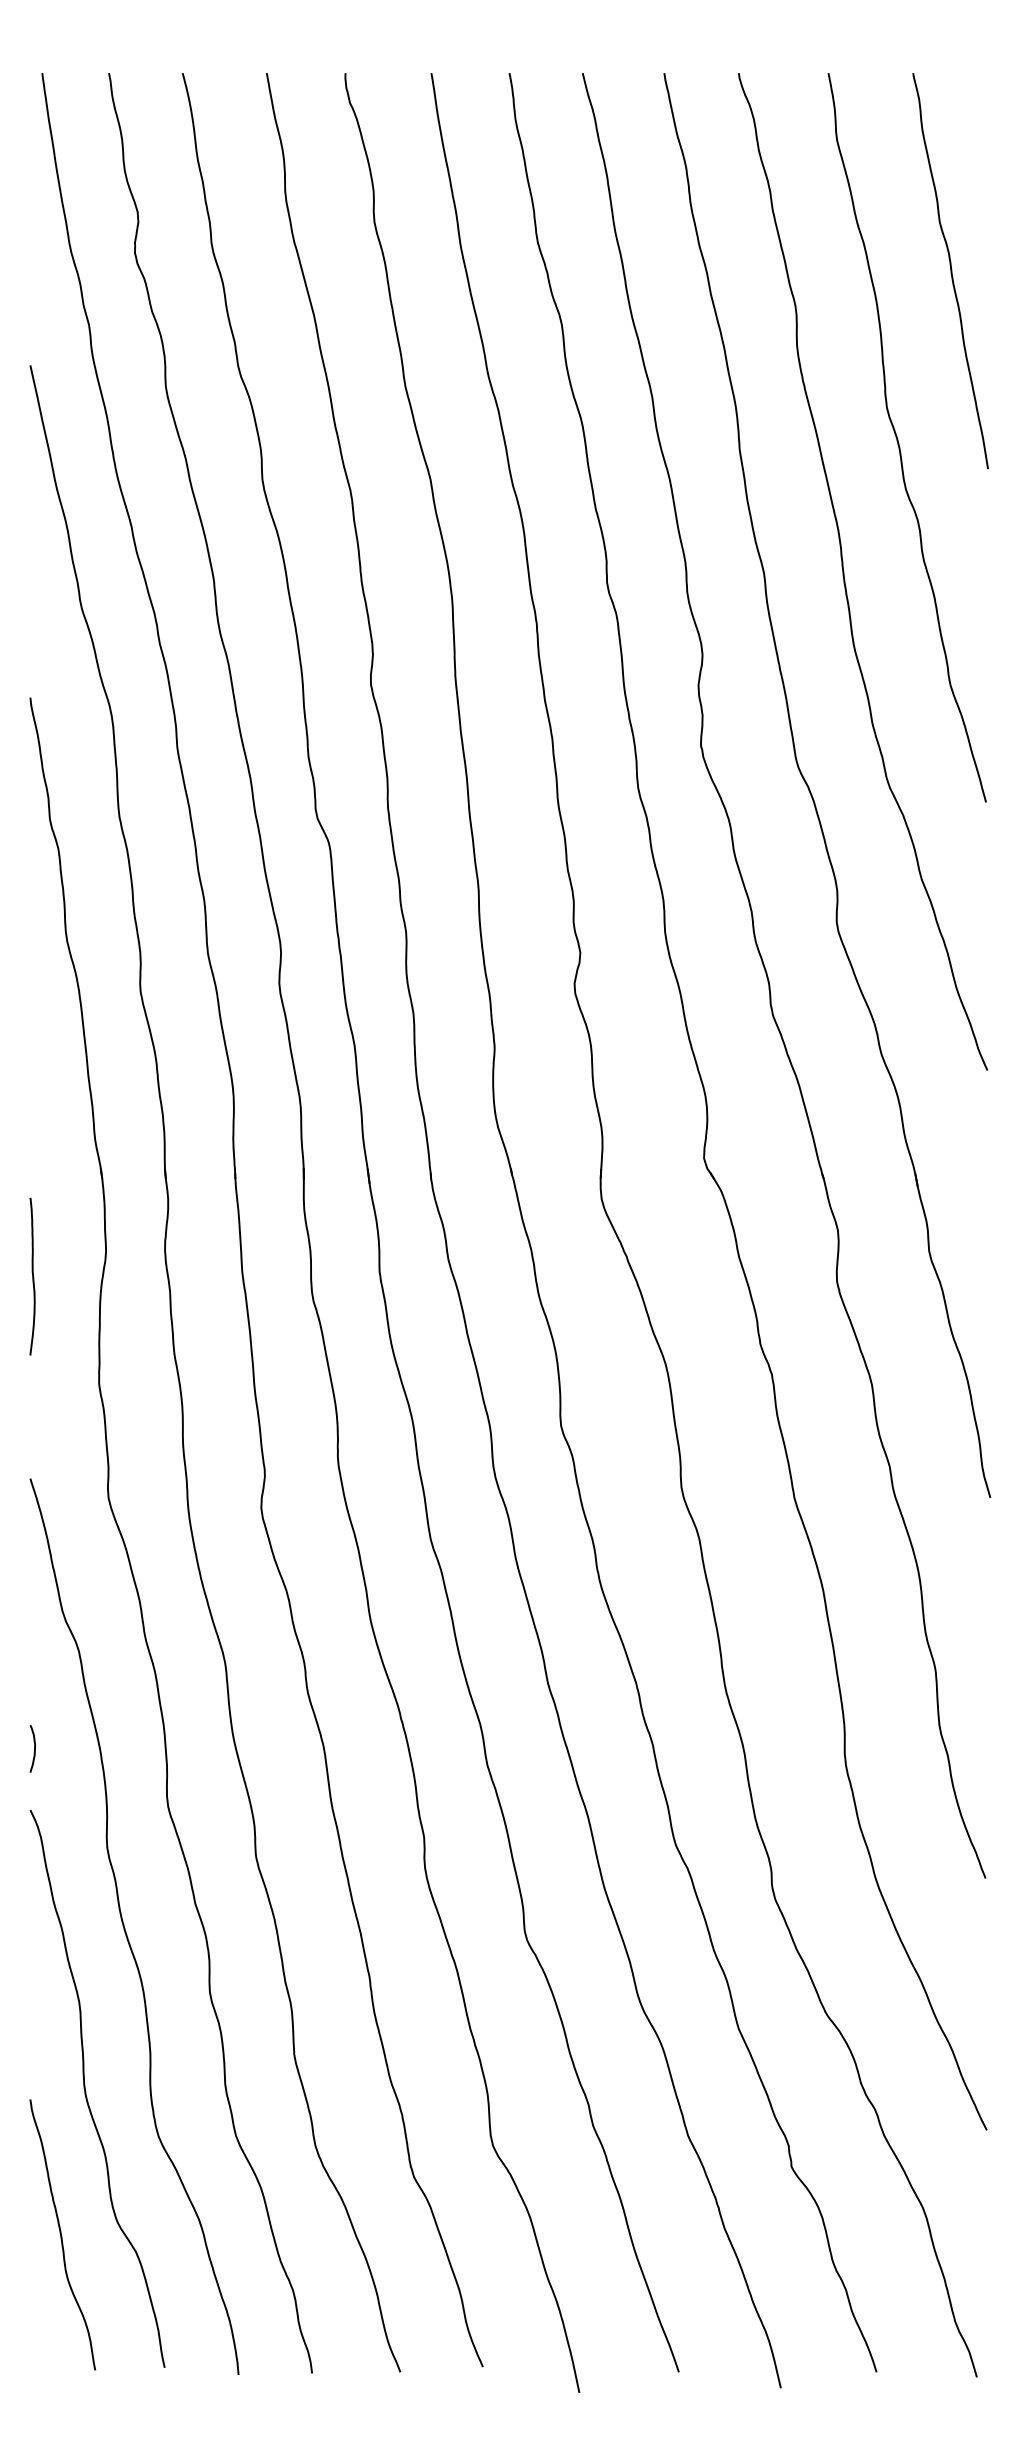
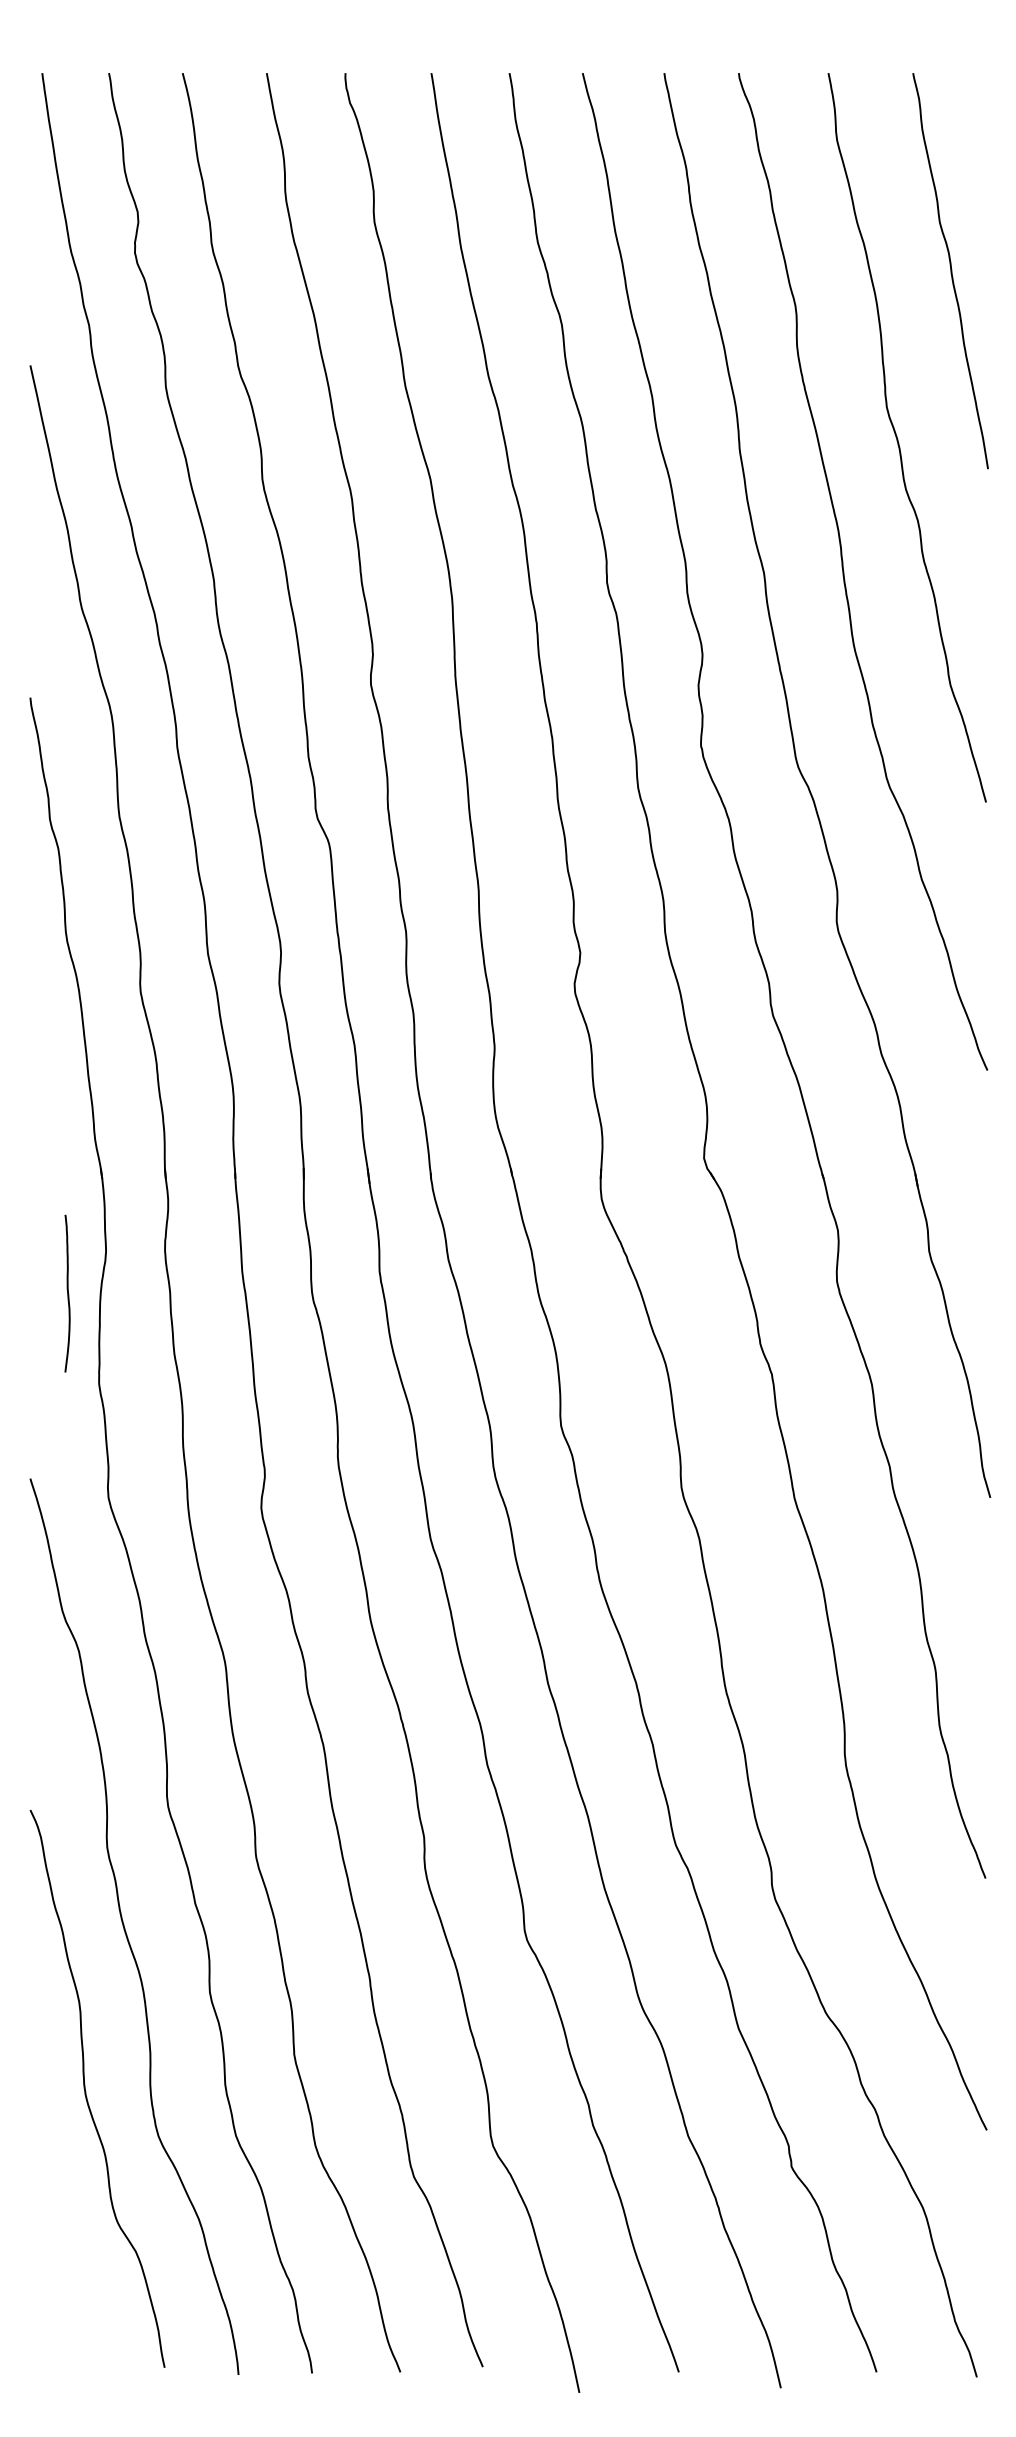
curve at (32, 1276) position: (32, 1276) -> (67, 1293)
curve at (34, 1748): present -> none
curve at (61, 2234): present -> none
